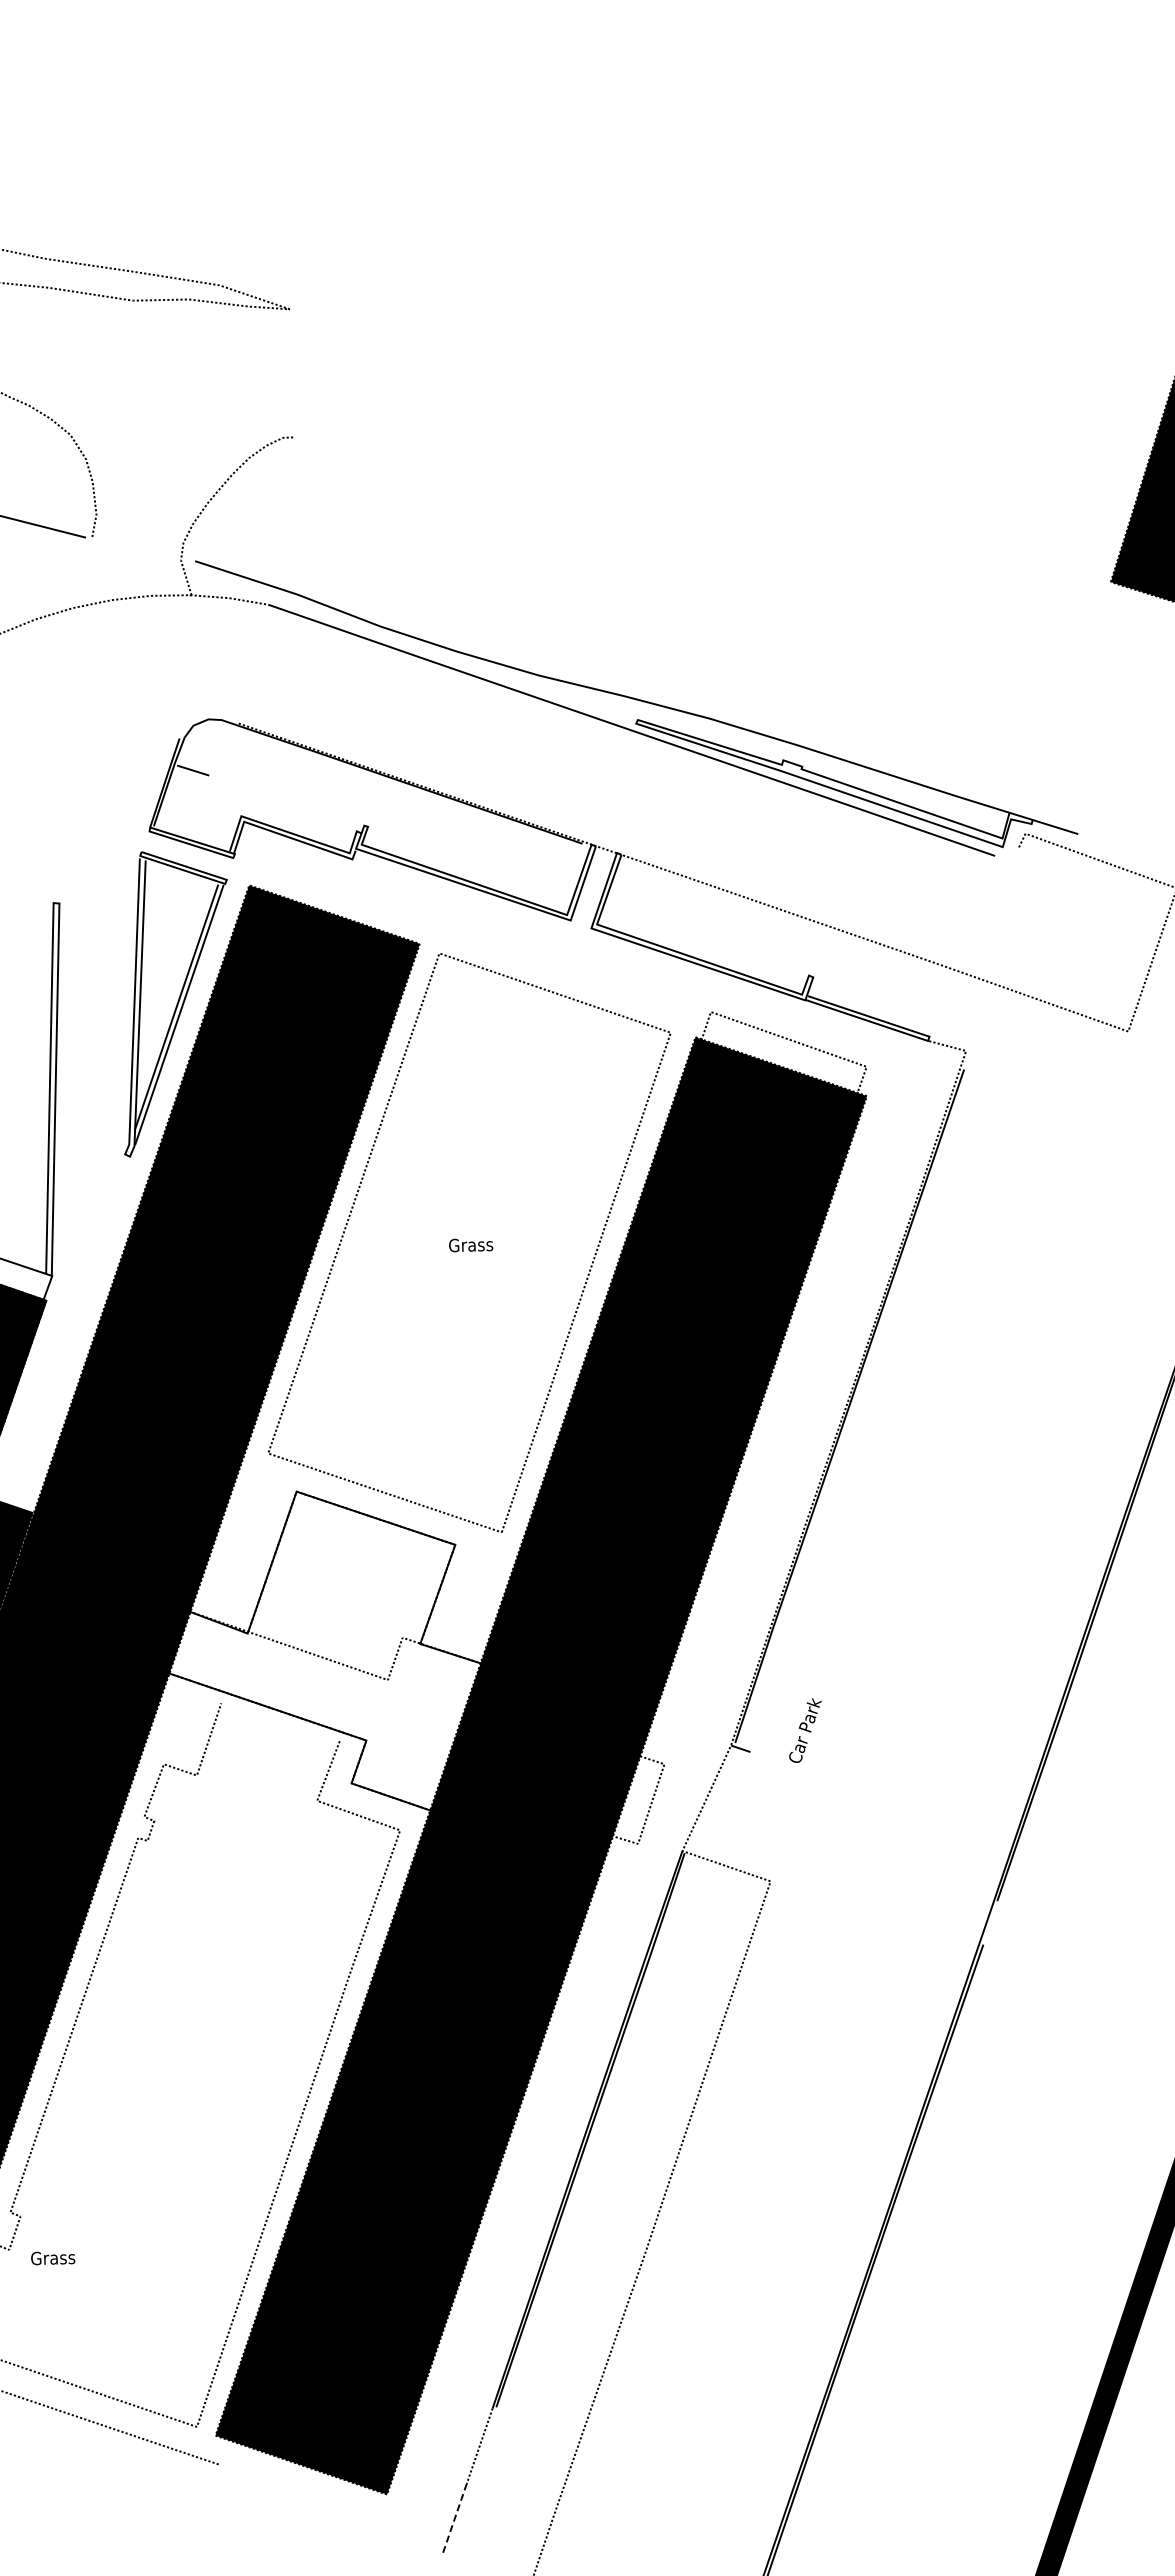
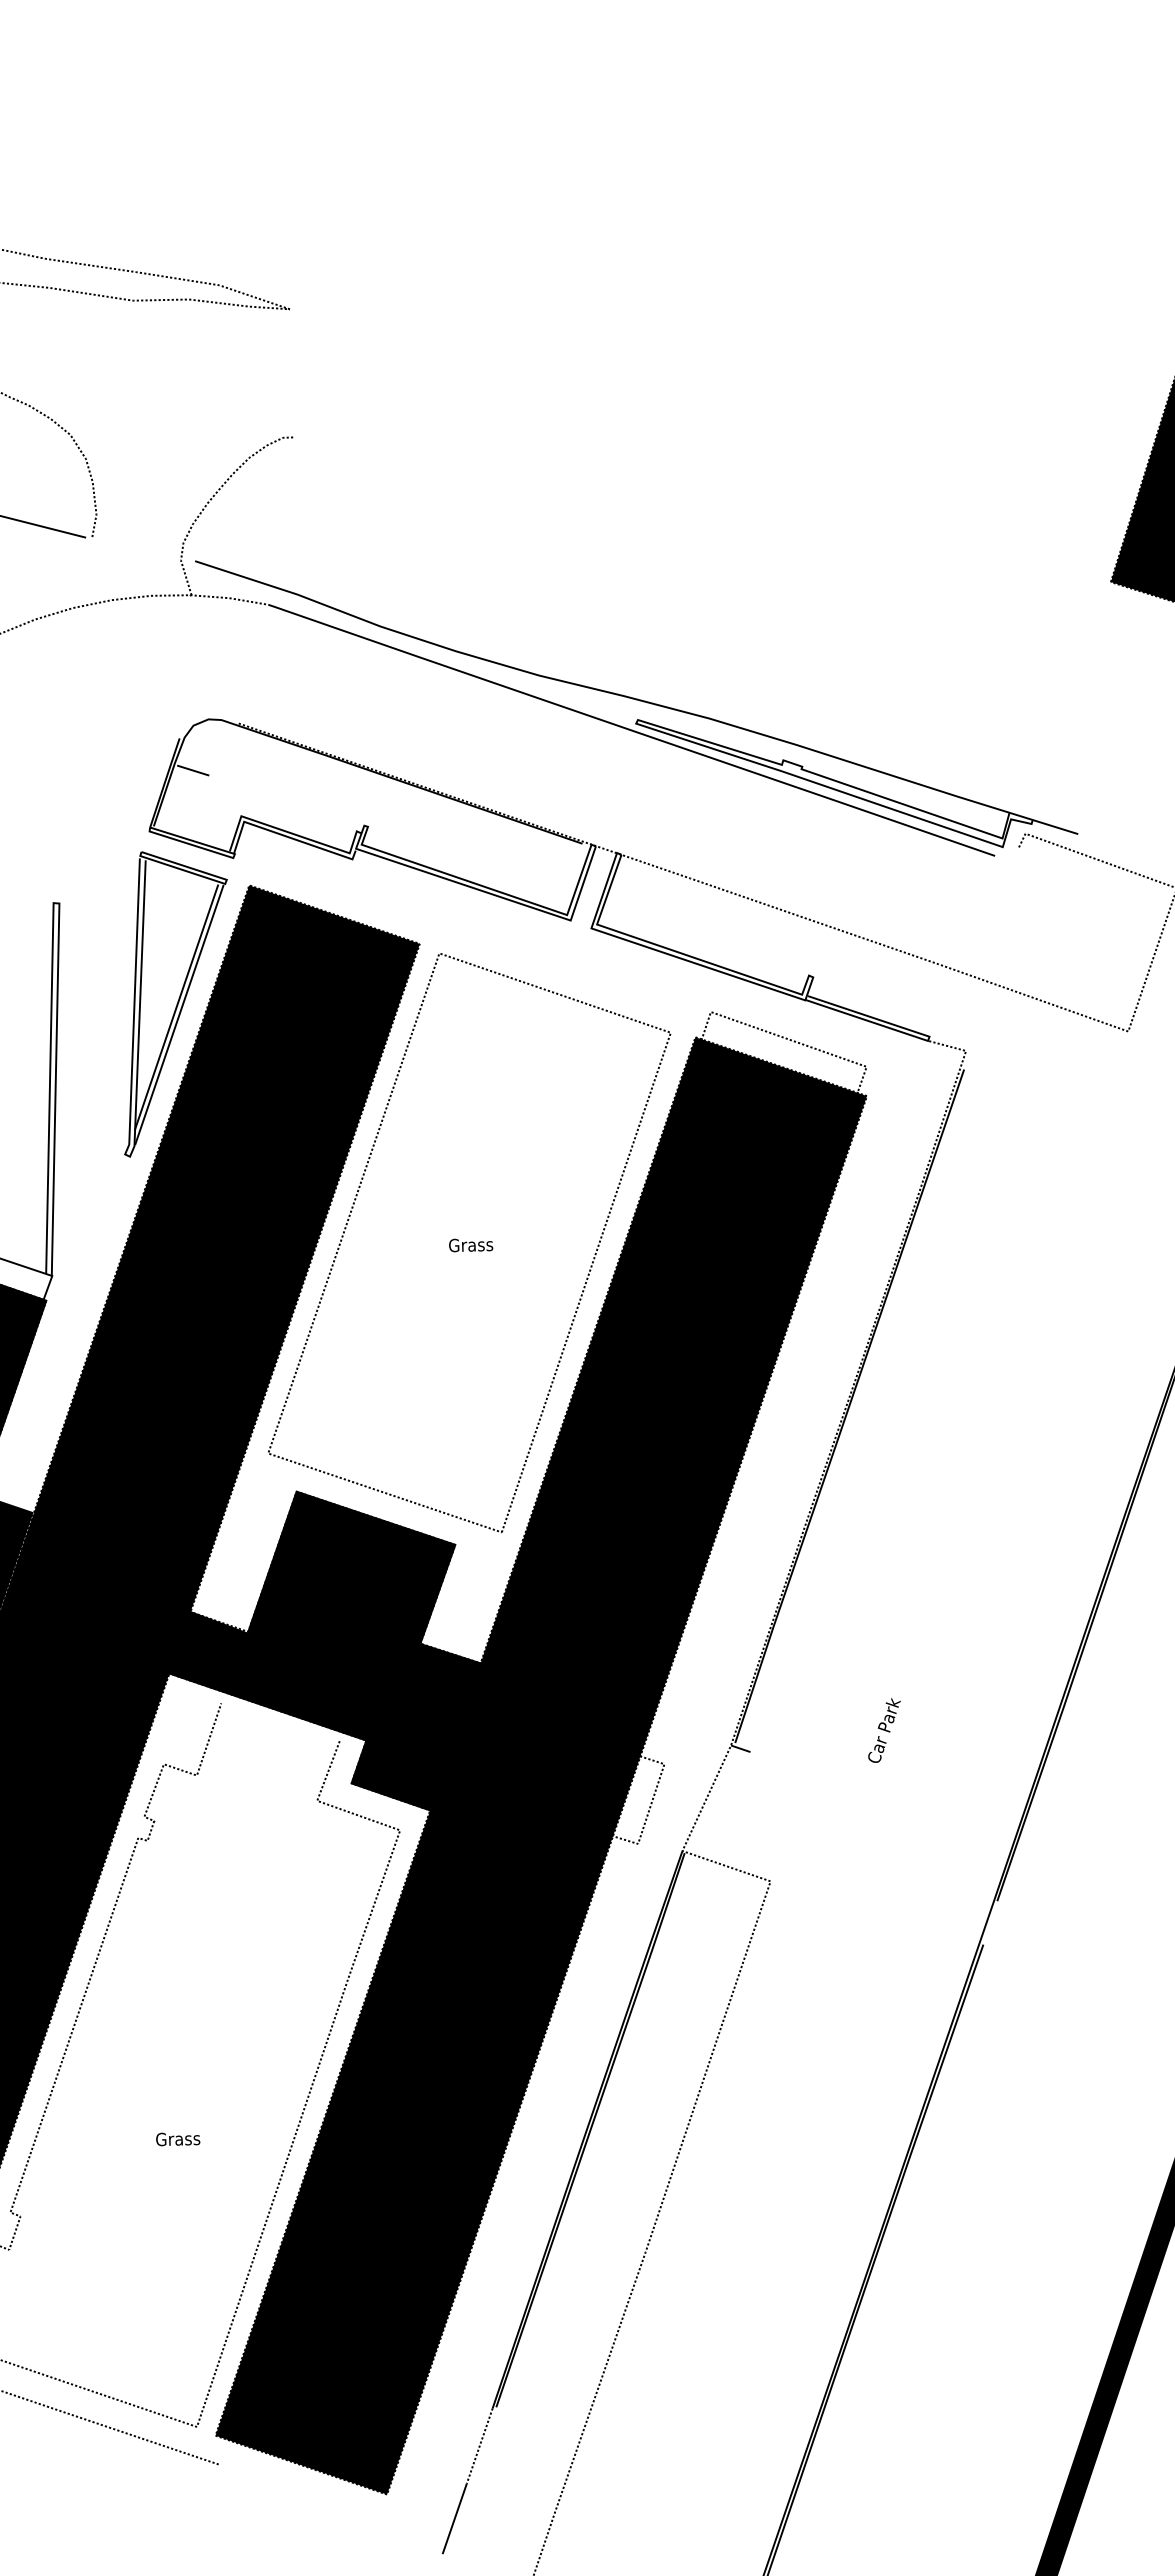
fill at (325, 1651): none -> present
text at (805, 1730) position: (805, 1730) -> (884, 1730)
text at (53, 2258) position: (53, 2258) -> (178, 2139)
line at (454, 2519): dashed -> solid
